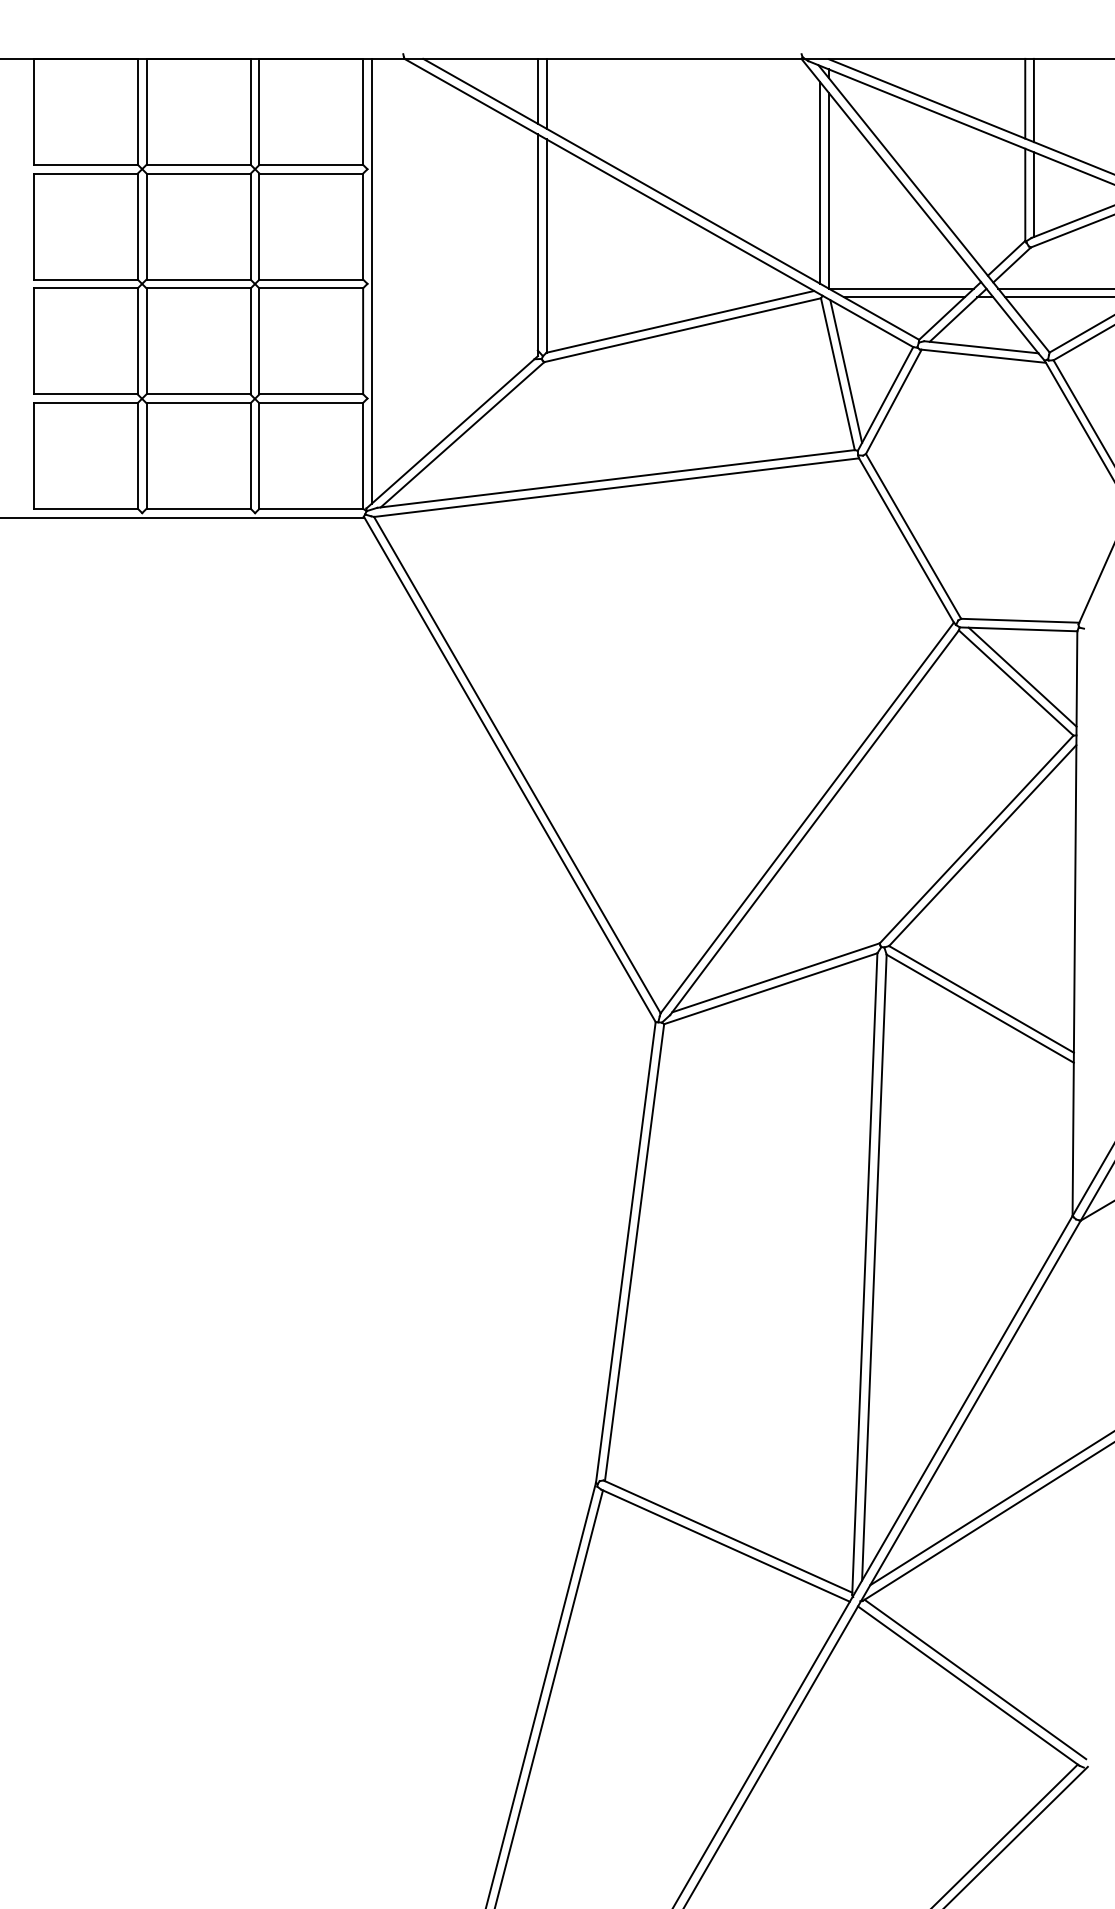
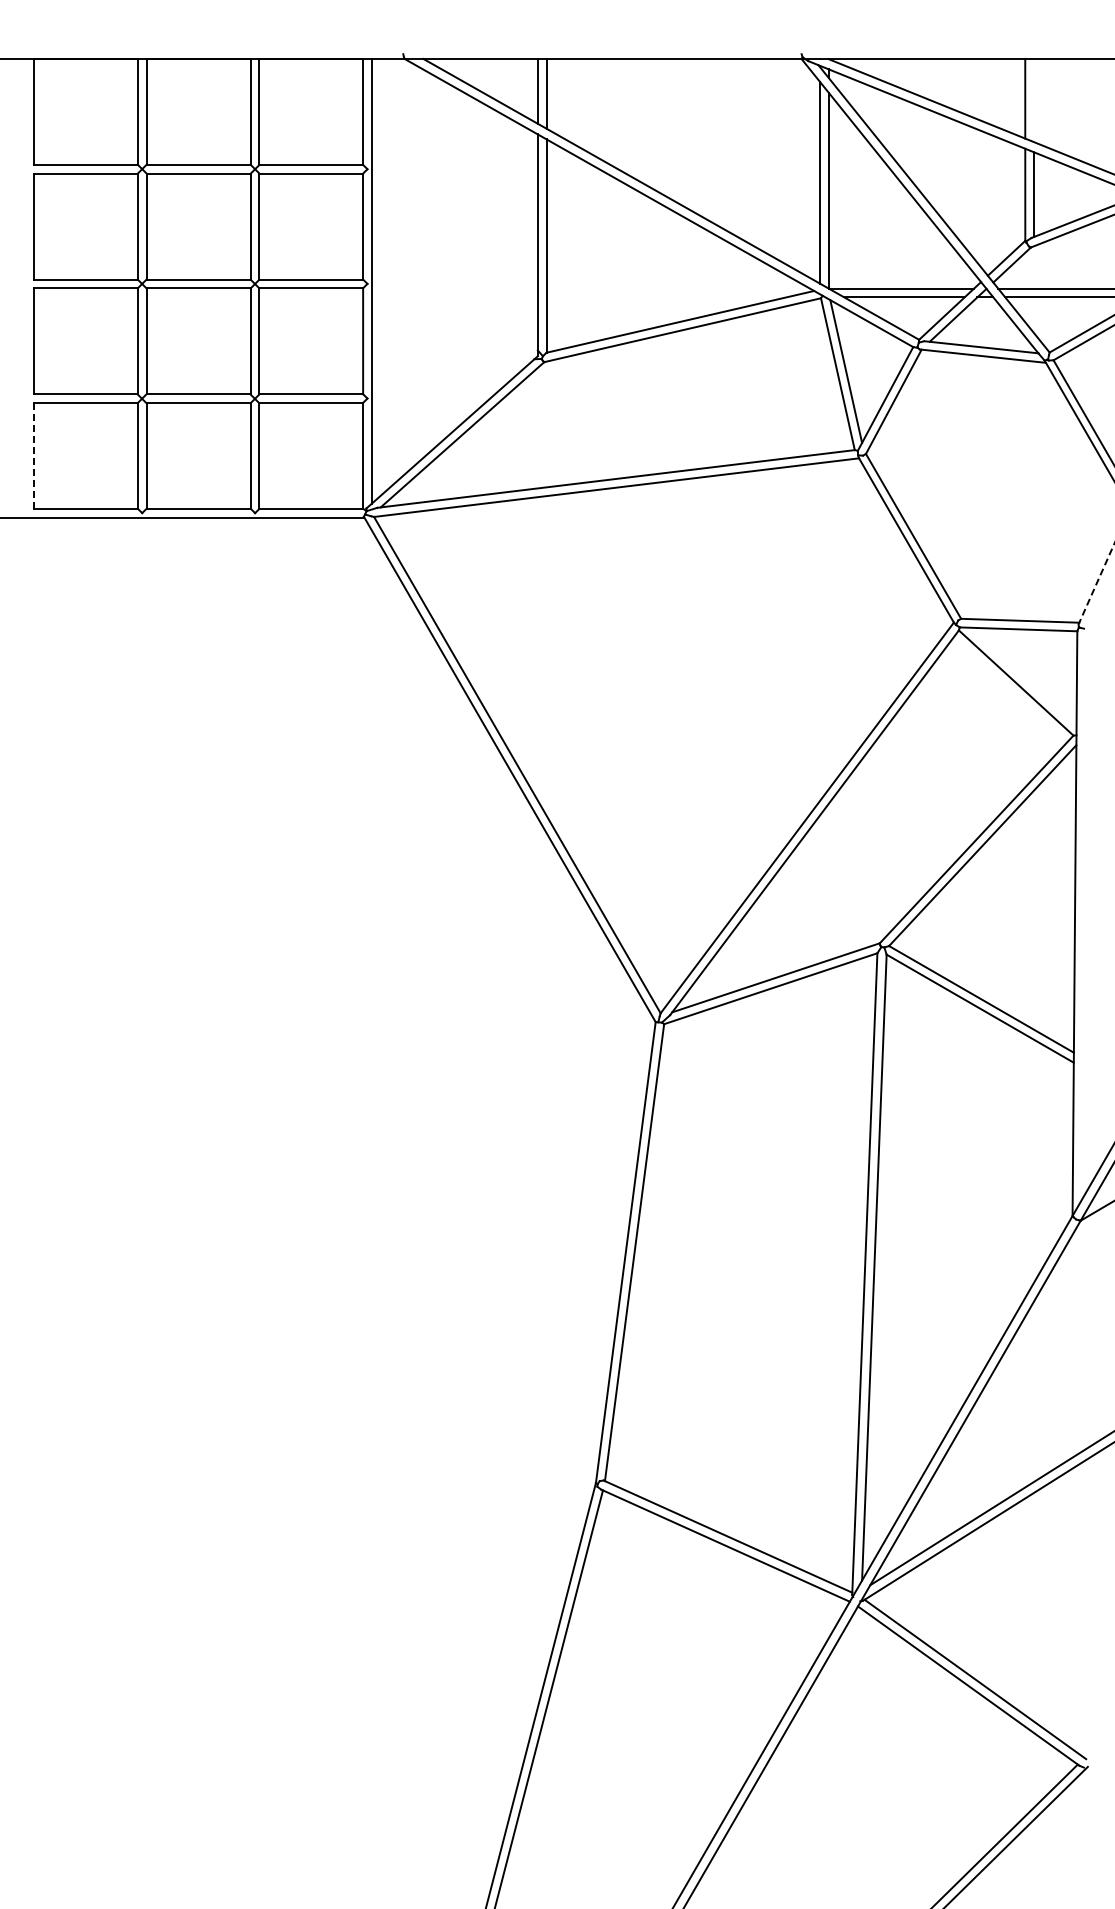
line at (1033, 100): present -> none
line at (33, 455): solid -> dashed
line at (1096, 584): solid -> dashed
line at (1022, 676): present -> none
